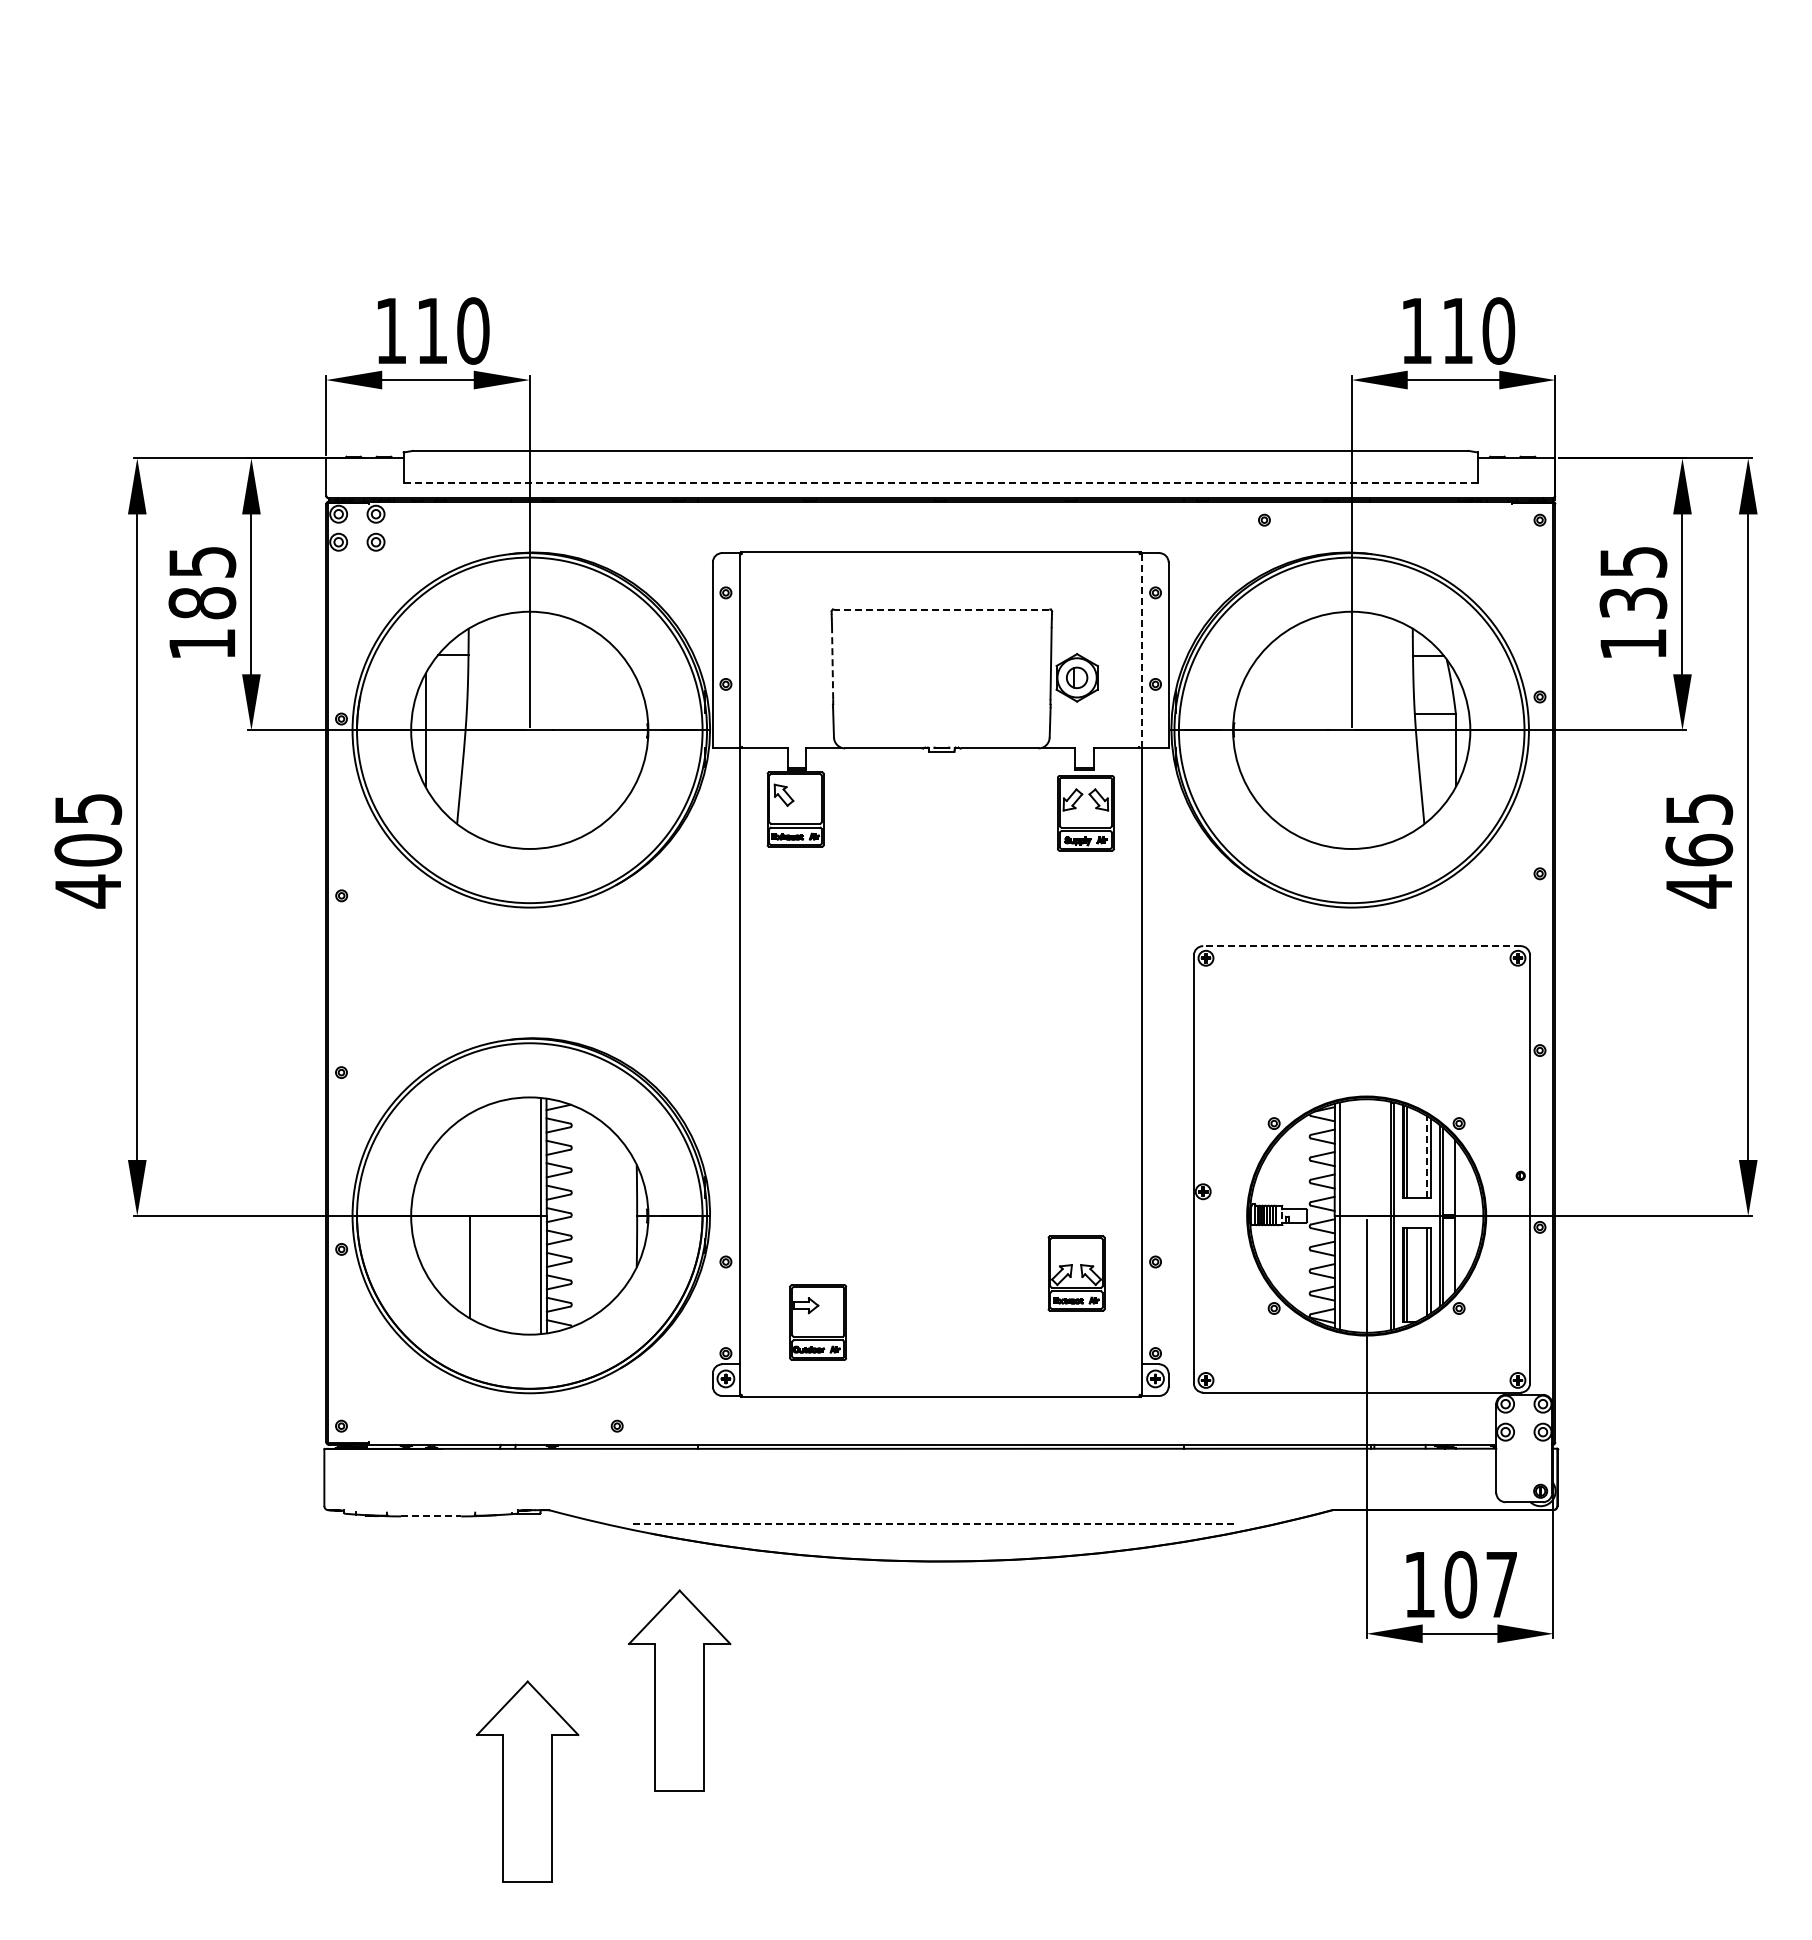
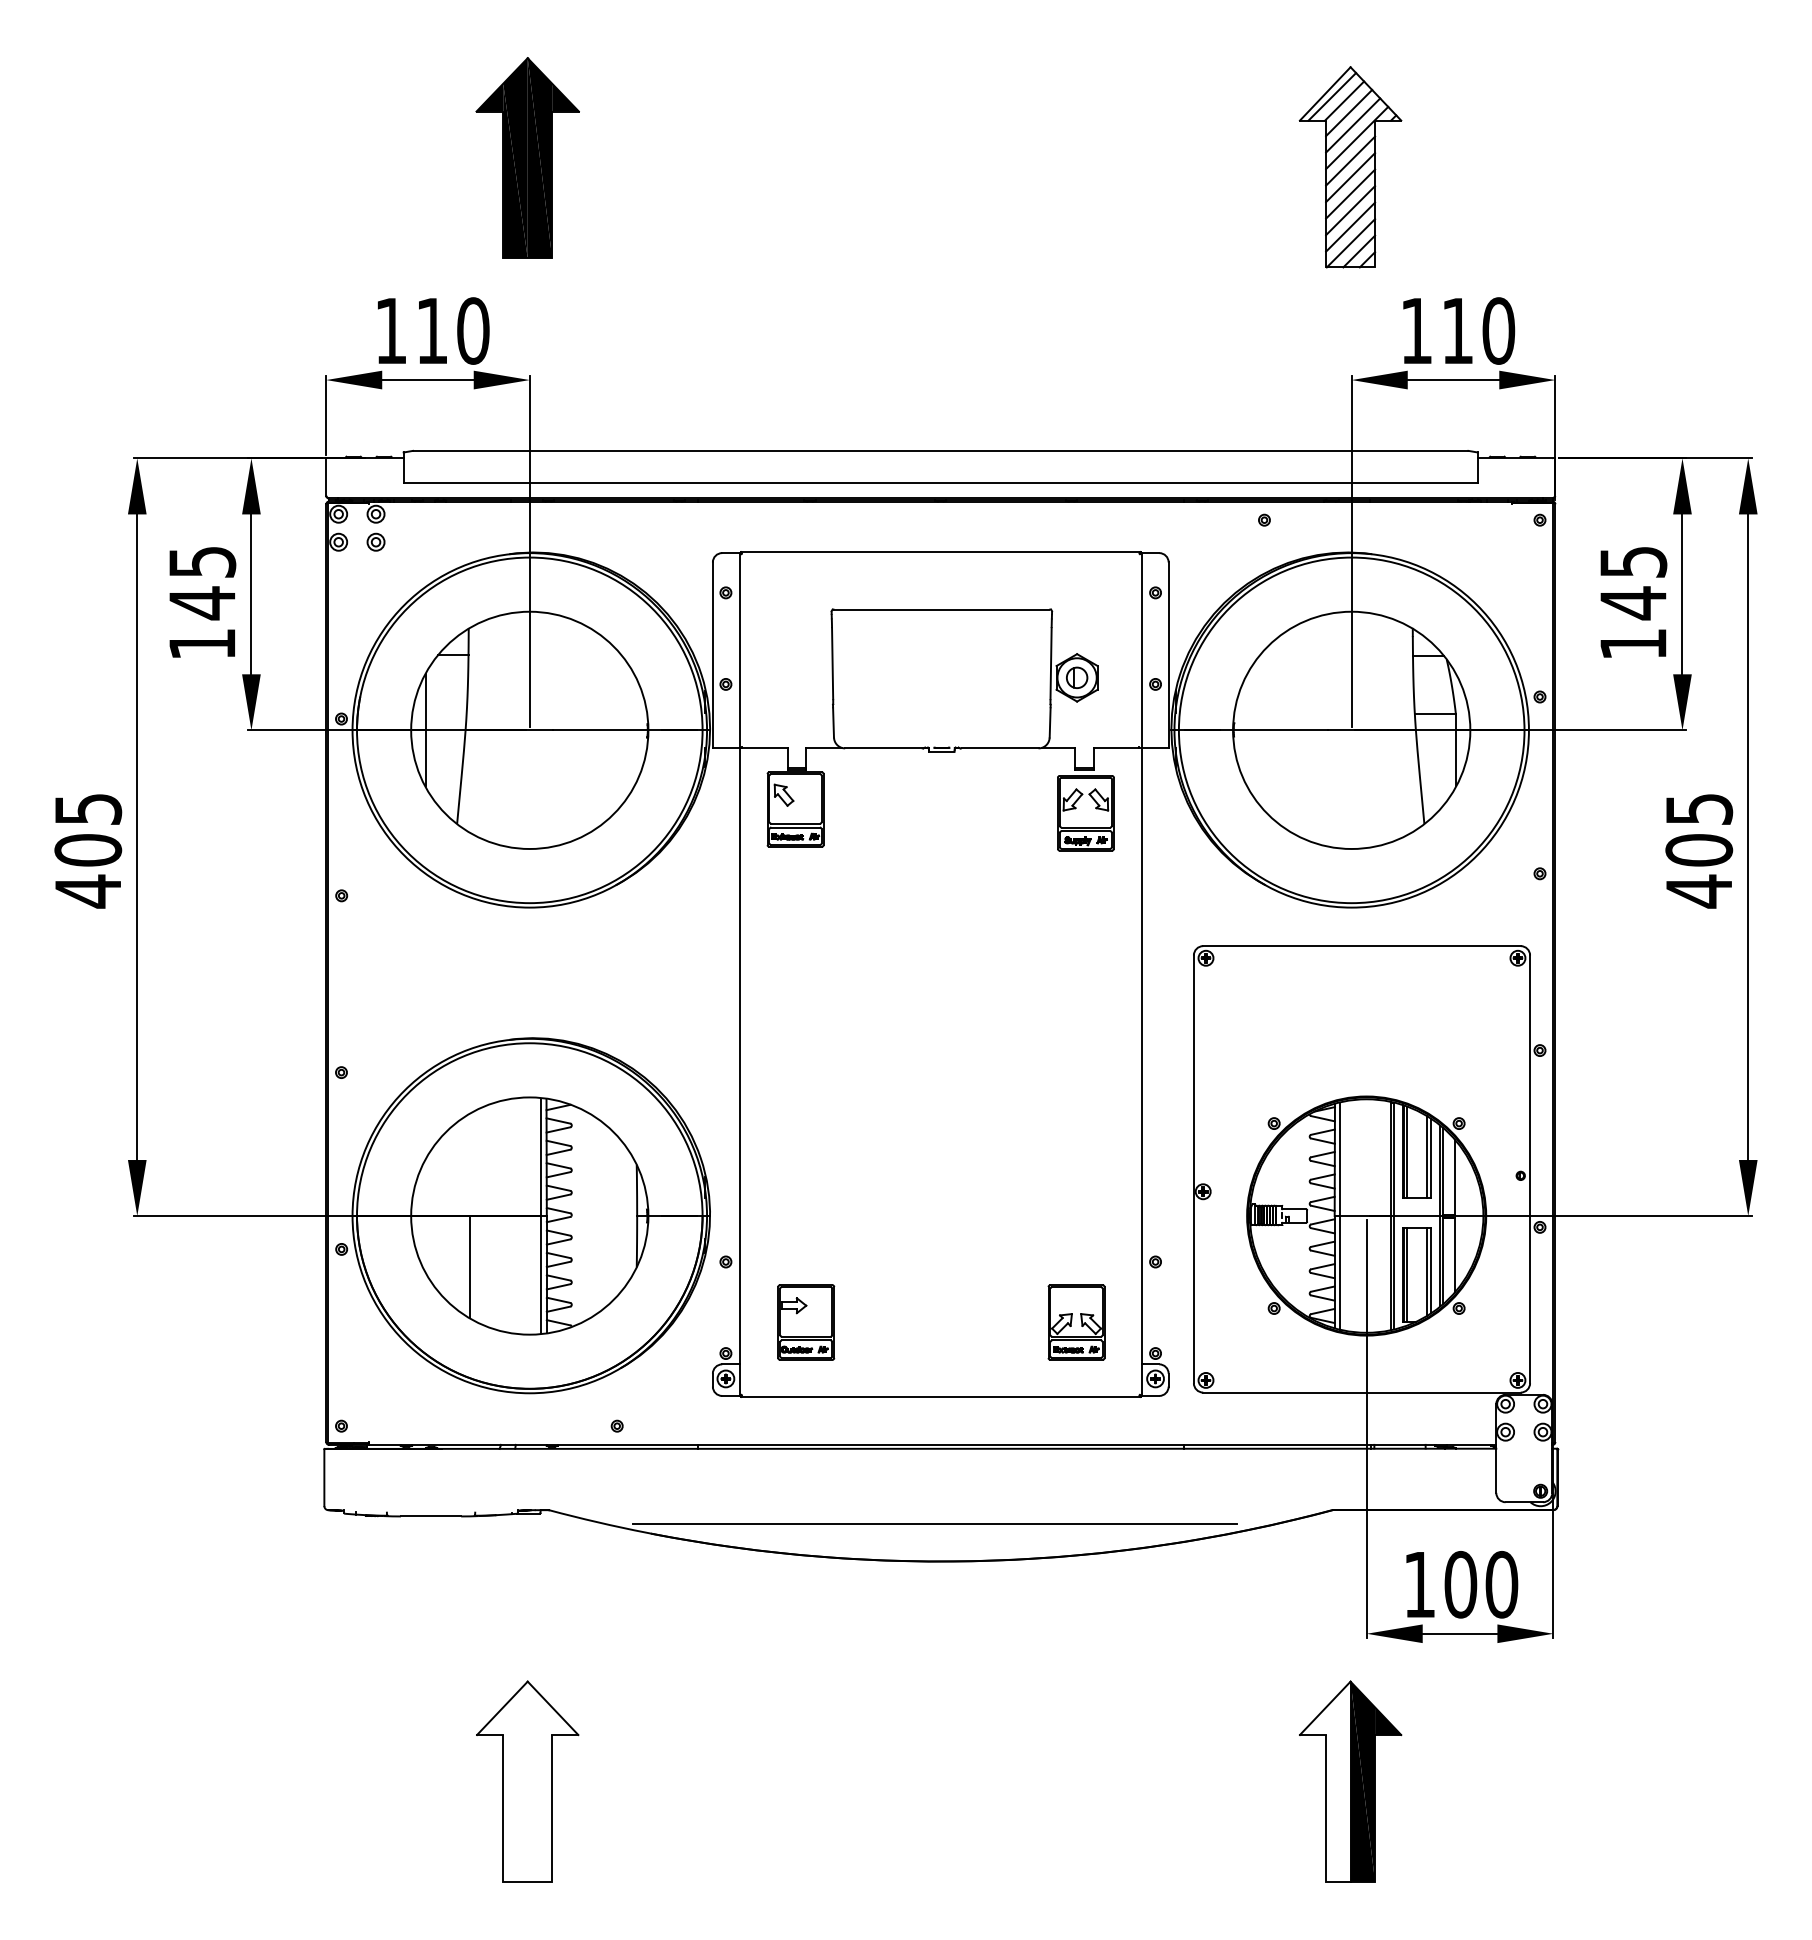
part at (527, 157): none -> present
part at (1350, 167): none -> present
line at (941, 482): dashed -> solid
text at (202, 603): 185 -> 145
text at (1633, 603): 135 -> 145
line at (941, 609): dashed -> solid
line at (1141, 650): dashed -> solid
line at (832, 663): dashed -> solid
text at (1698, 849): 465 -> 405
line at (1361, 946): dashed -> solid
line at (1426, 1156): dashed -> solid
part at (1076, 1273) position: (1076, 1273) -> (1076, 1322)
part at (818, 1322) position: (818, 1322) -> (806, 1322)
line at (431, 1516): dashed -> solid
line at (935, 1523): dashed -> solid
text at (1501, 1584): 107 -> 100
part at (679, 1690): present -> none
part at (1350, 1781): none -> present
